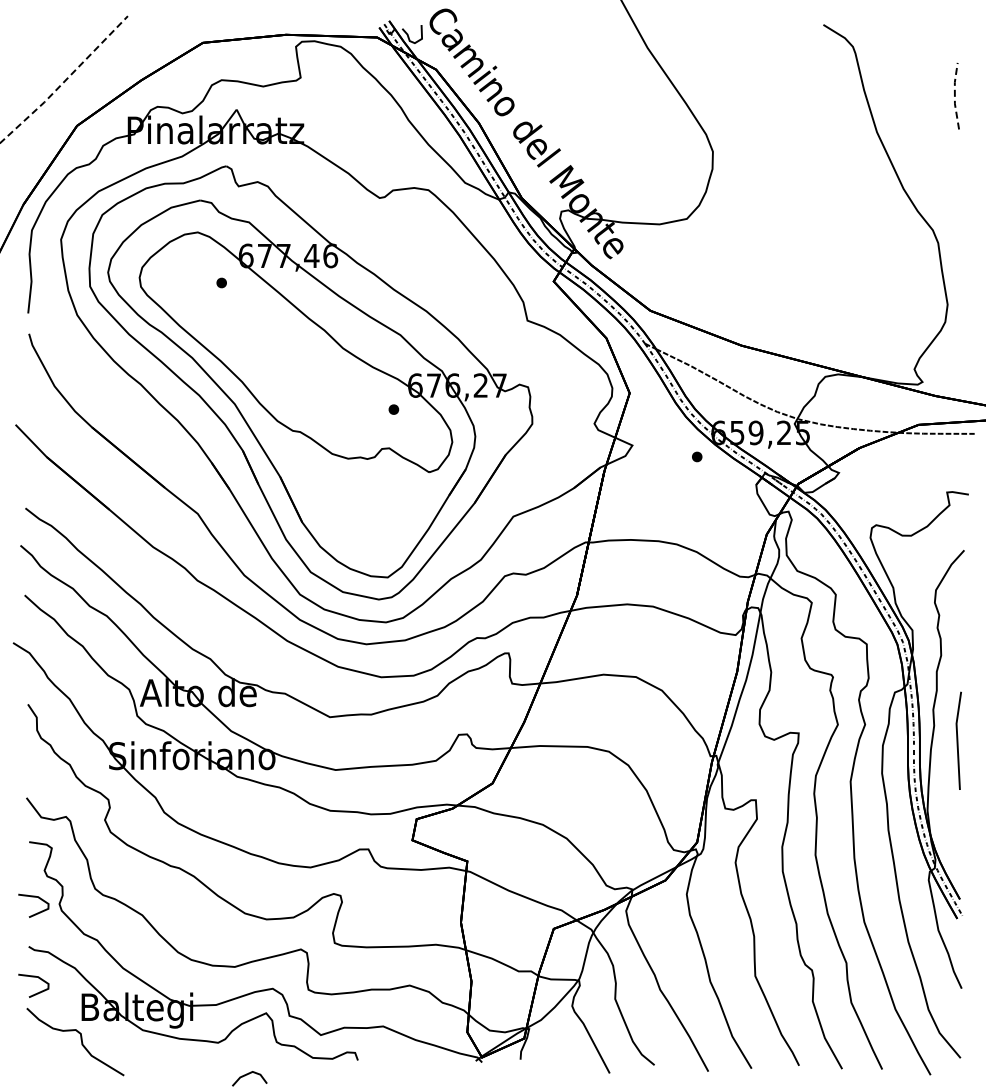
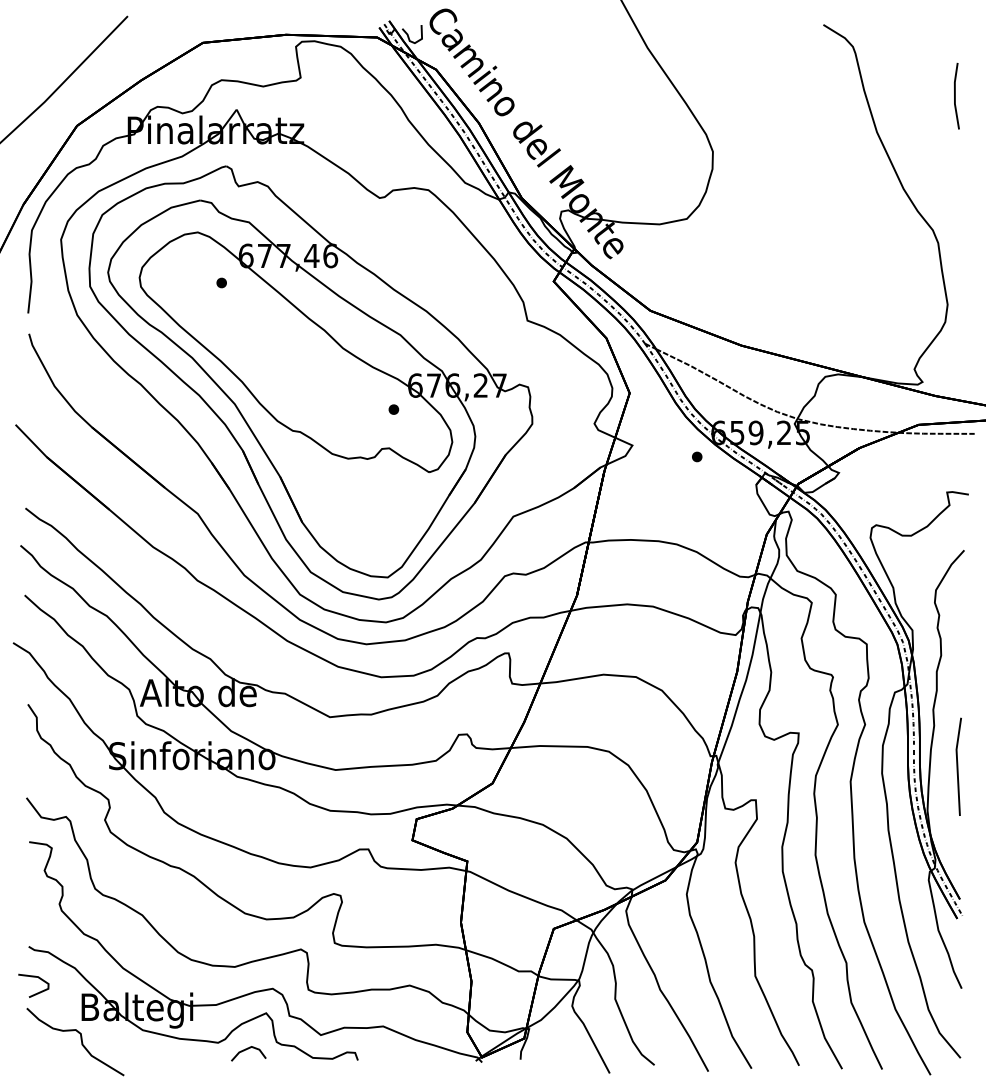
line at (64, 81): dashed -> solid
line at (954, 96): dashed -> solid
line at (958, 740) position: (958, 740) -> (958, 766)
line at (33, 897): present -> none
line at (247, 1075) position: (247, 1075) -> (246, 1050)
